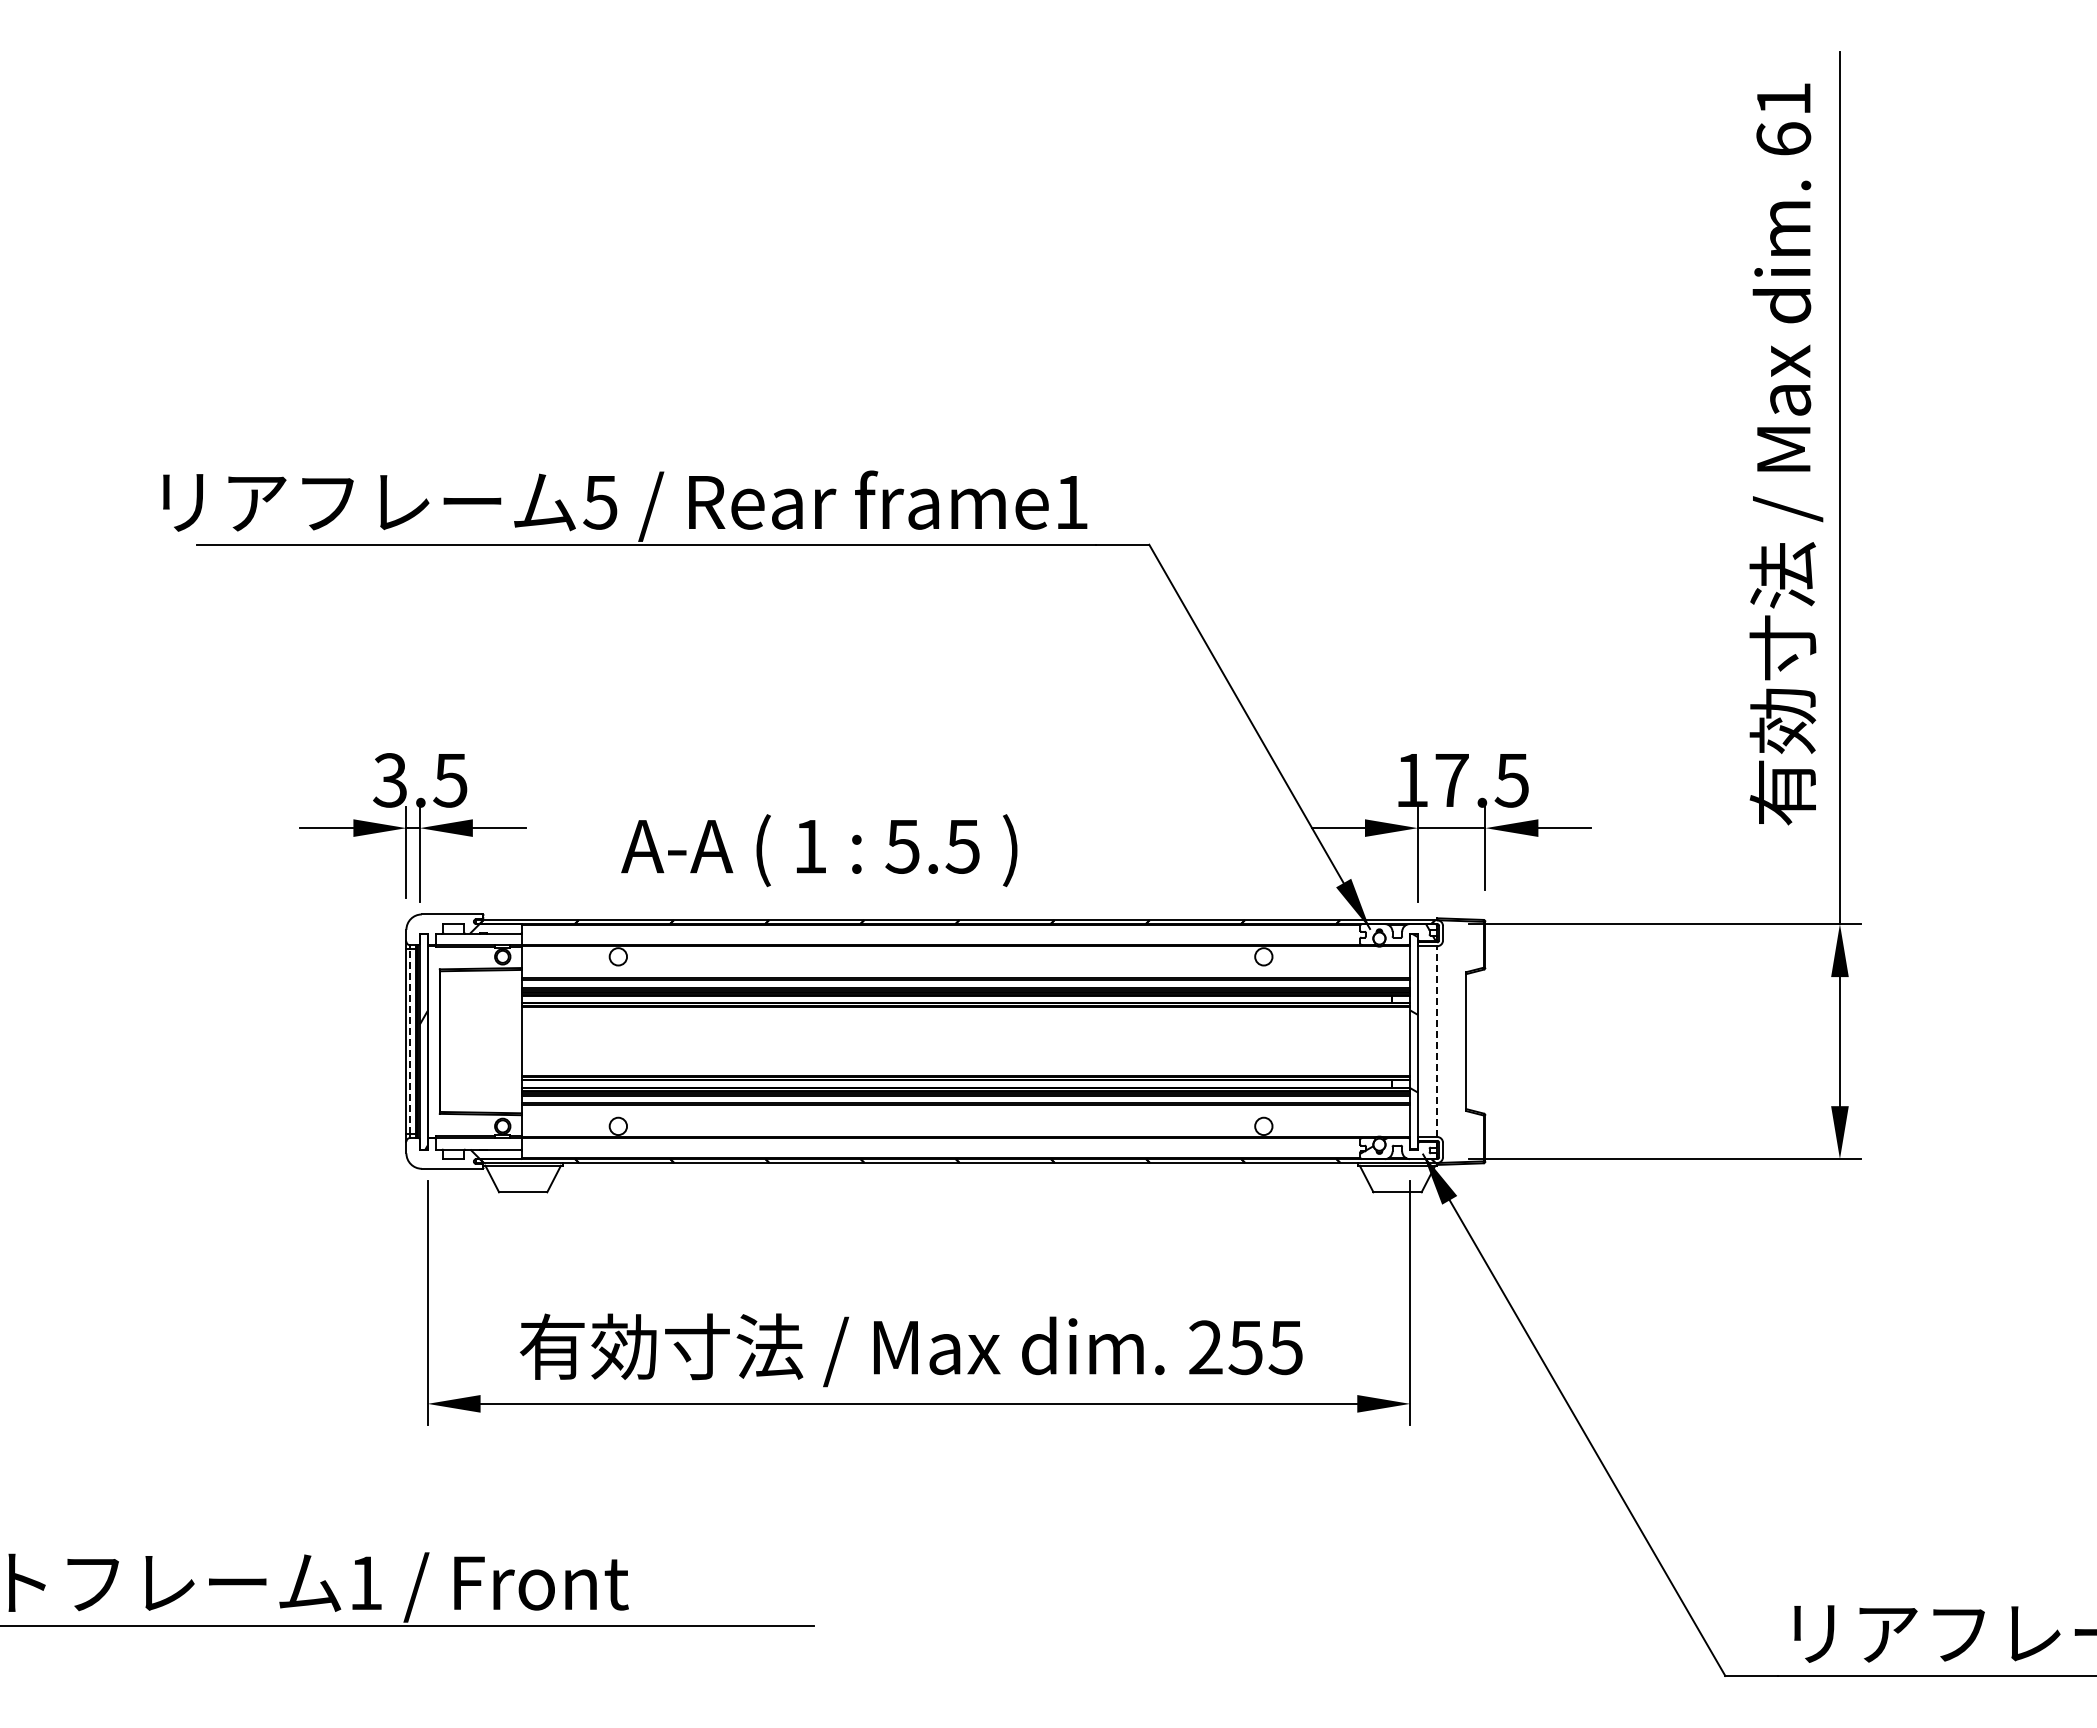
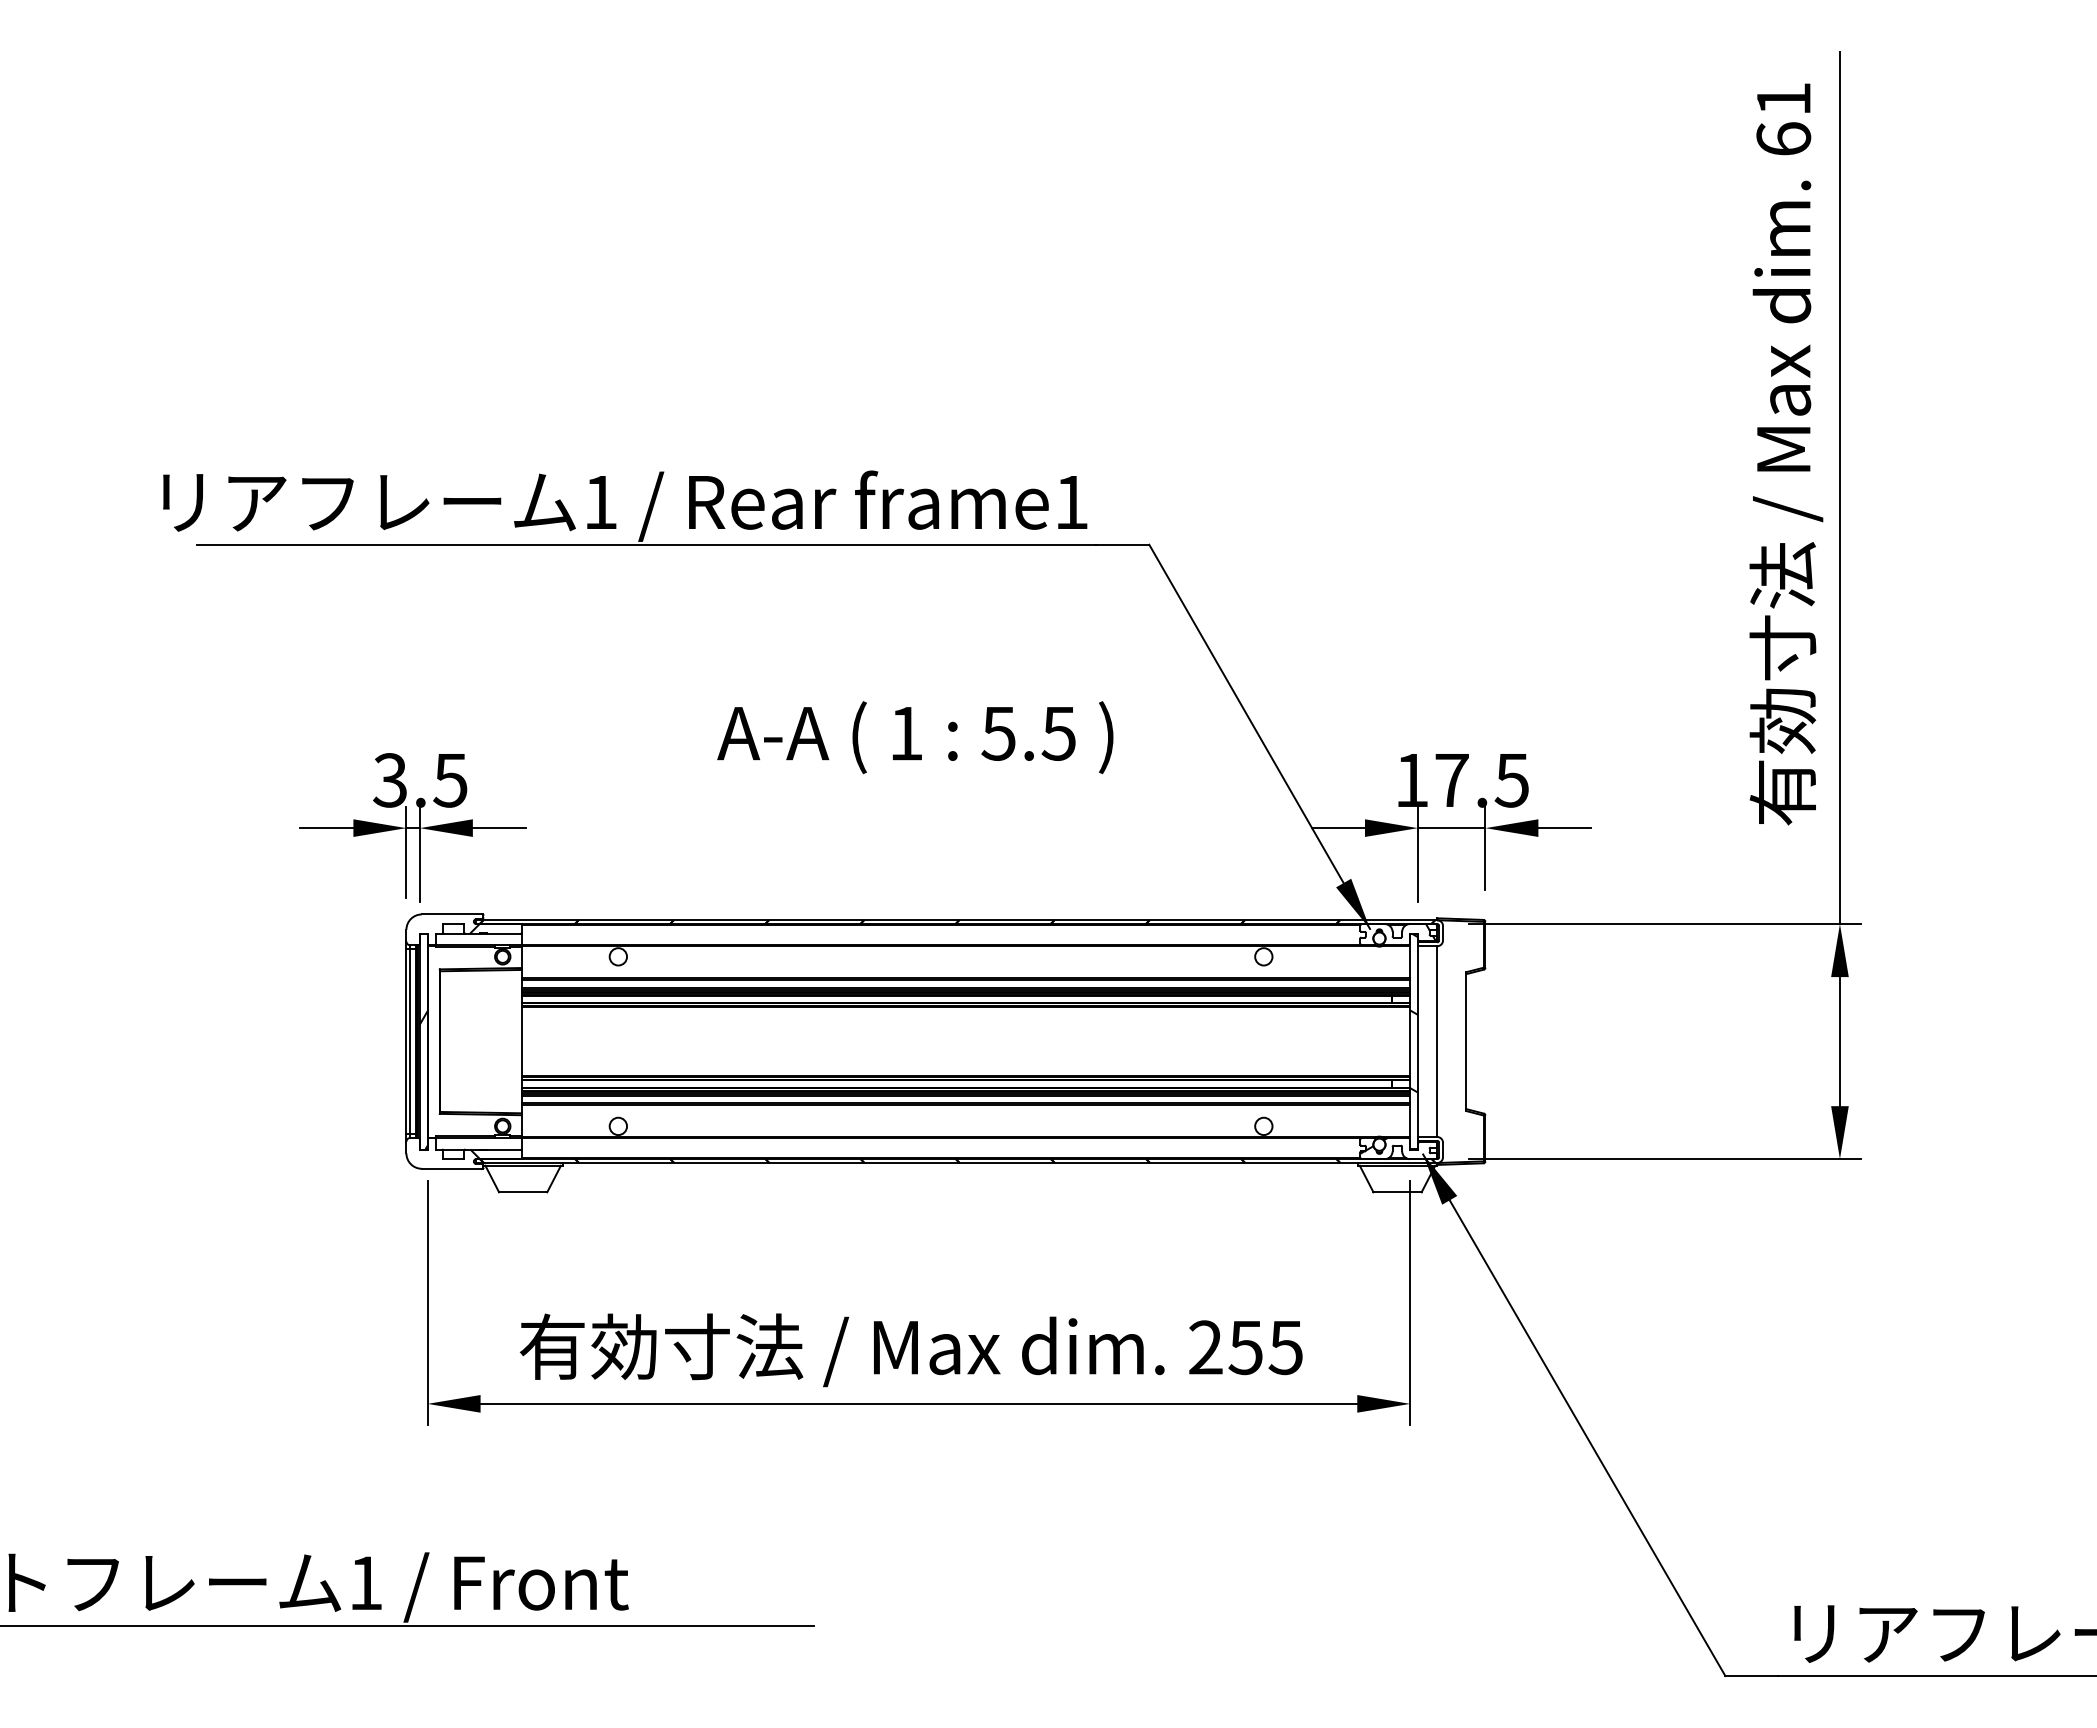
text at (600, 502): 5 -> 1
text at (819, 850) position: (819, 850) -> (915, 737)
line at (410, 1041): dashed -> solid
line at (1437, 1041): dashed -> solid
